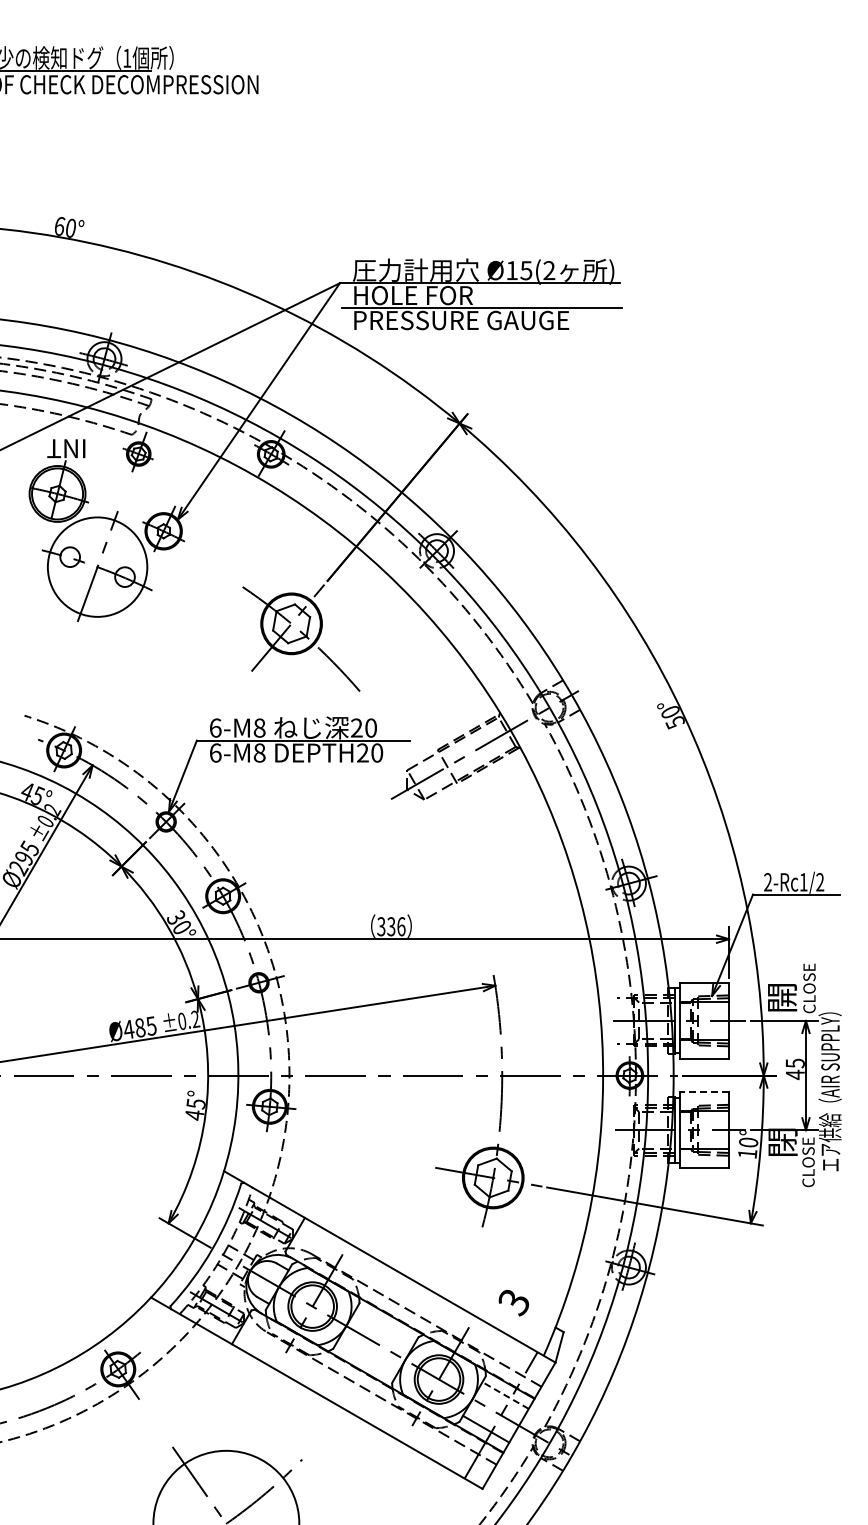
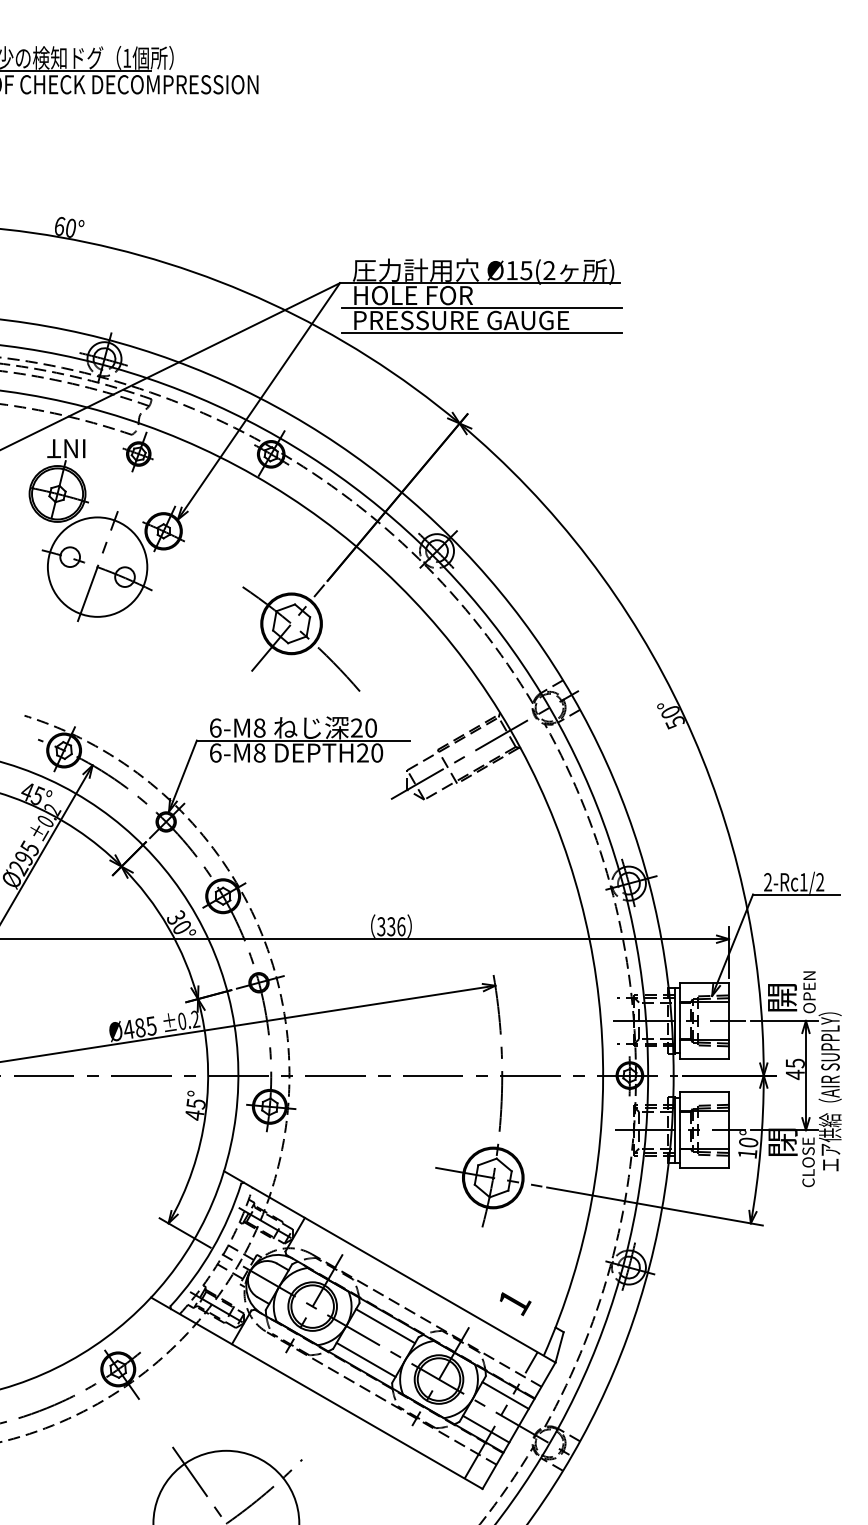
line at (481, 332): none -> present
text at (809, 987): CLOSE -> OPEN
line at (704, 1092): dashed -> solid
text at (514, 1302): 3 -> 1
line at (385, 1326): none -> present
line at (365, 1359): none -> present
line at (505, 1395): dashed -> solid
